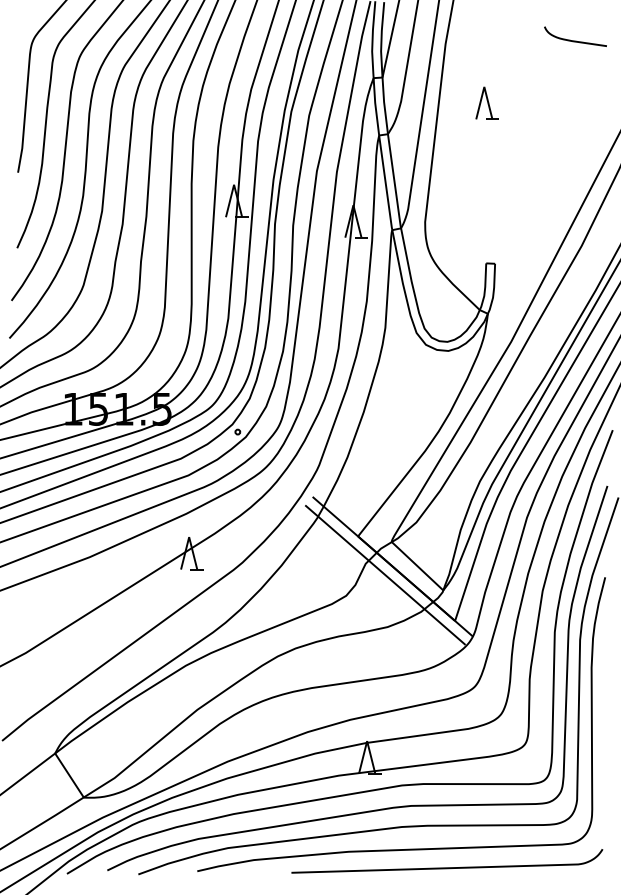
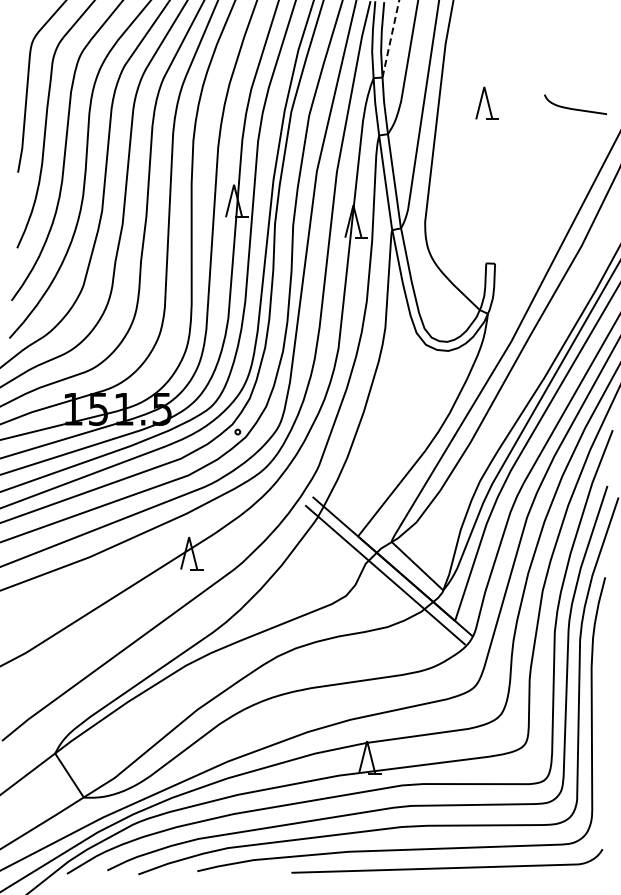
line at (390, 38): solid -> dashed
curve at (575, 40) position: (575, 40) -> (575, 108)
